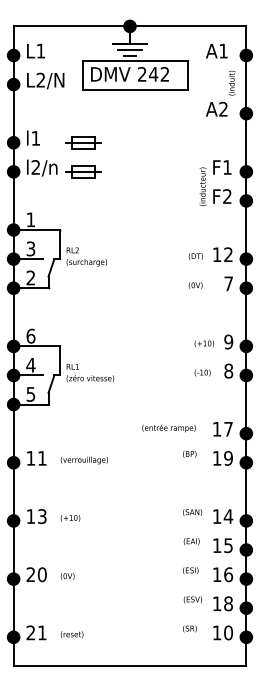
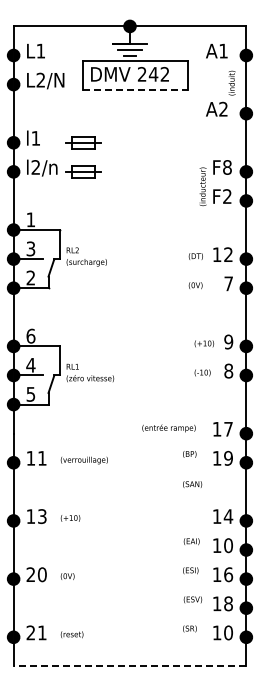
line at (136, 90): solid -> dashed
text at (227, 167): F1 -> F8
text at (192, 512) position: (192, 512) -> (192, 484)
text at (228, 545): 15 -> 10
line at (129, 666): solid -> dashed
